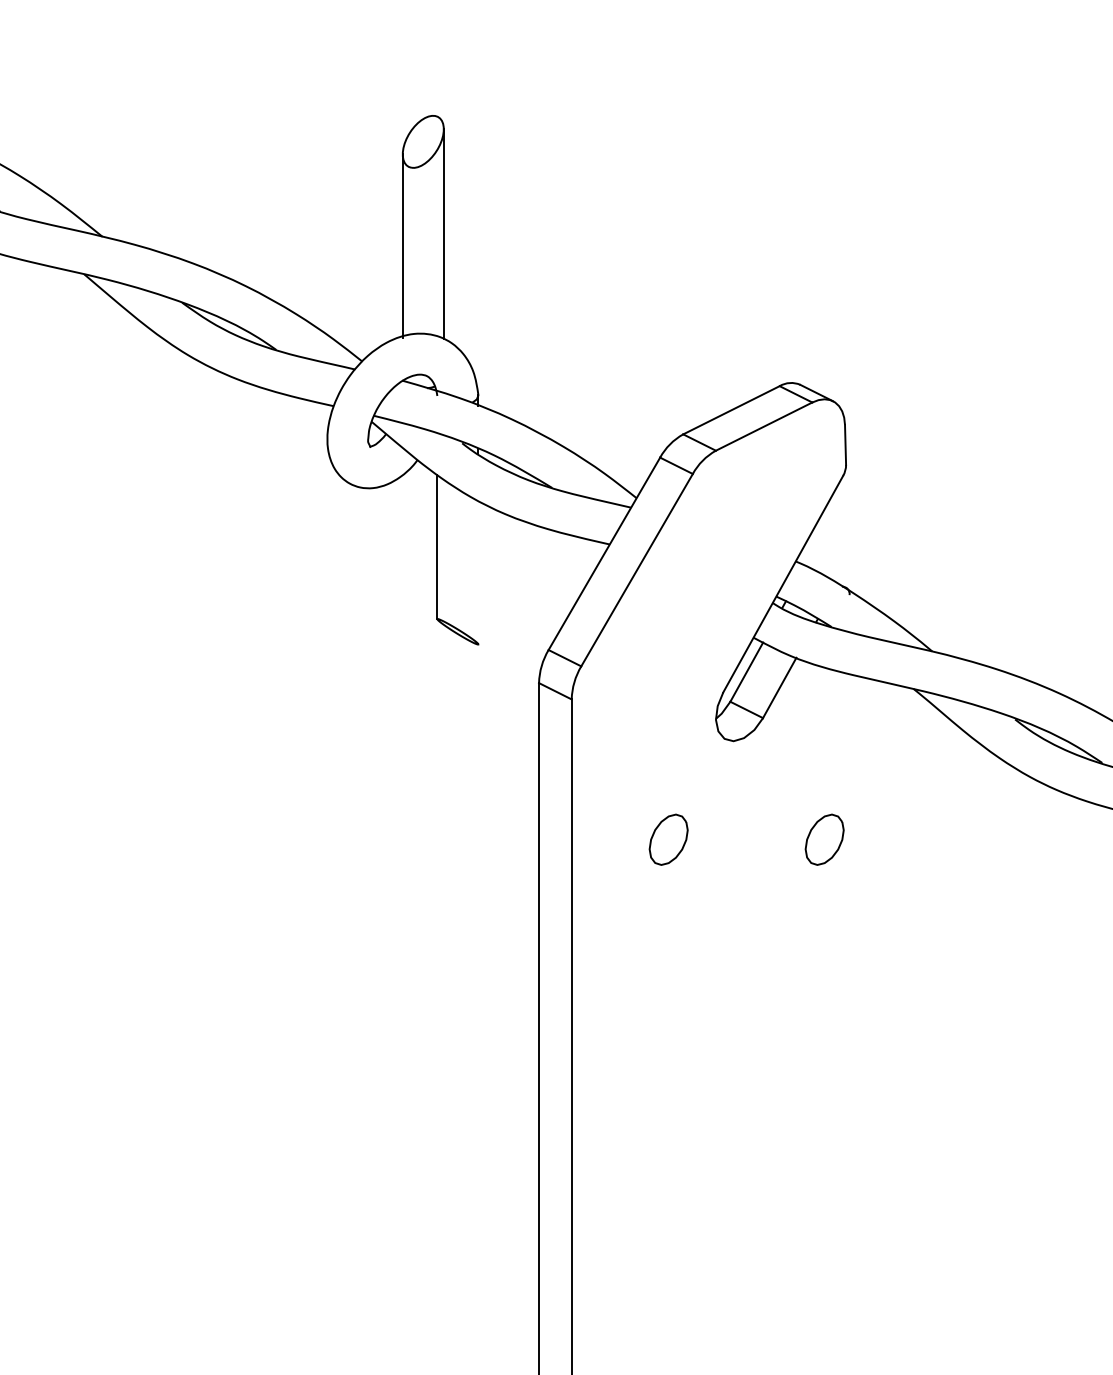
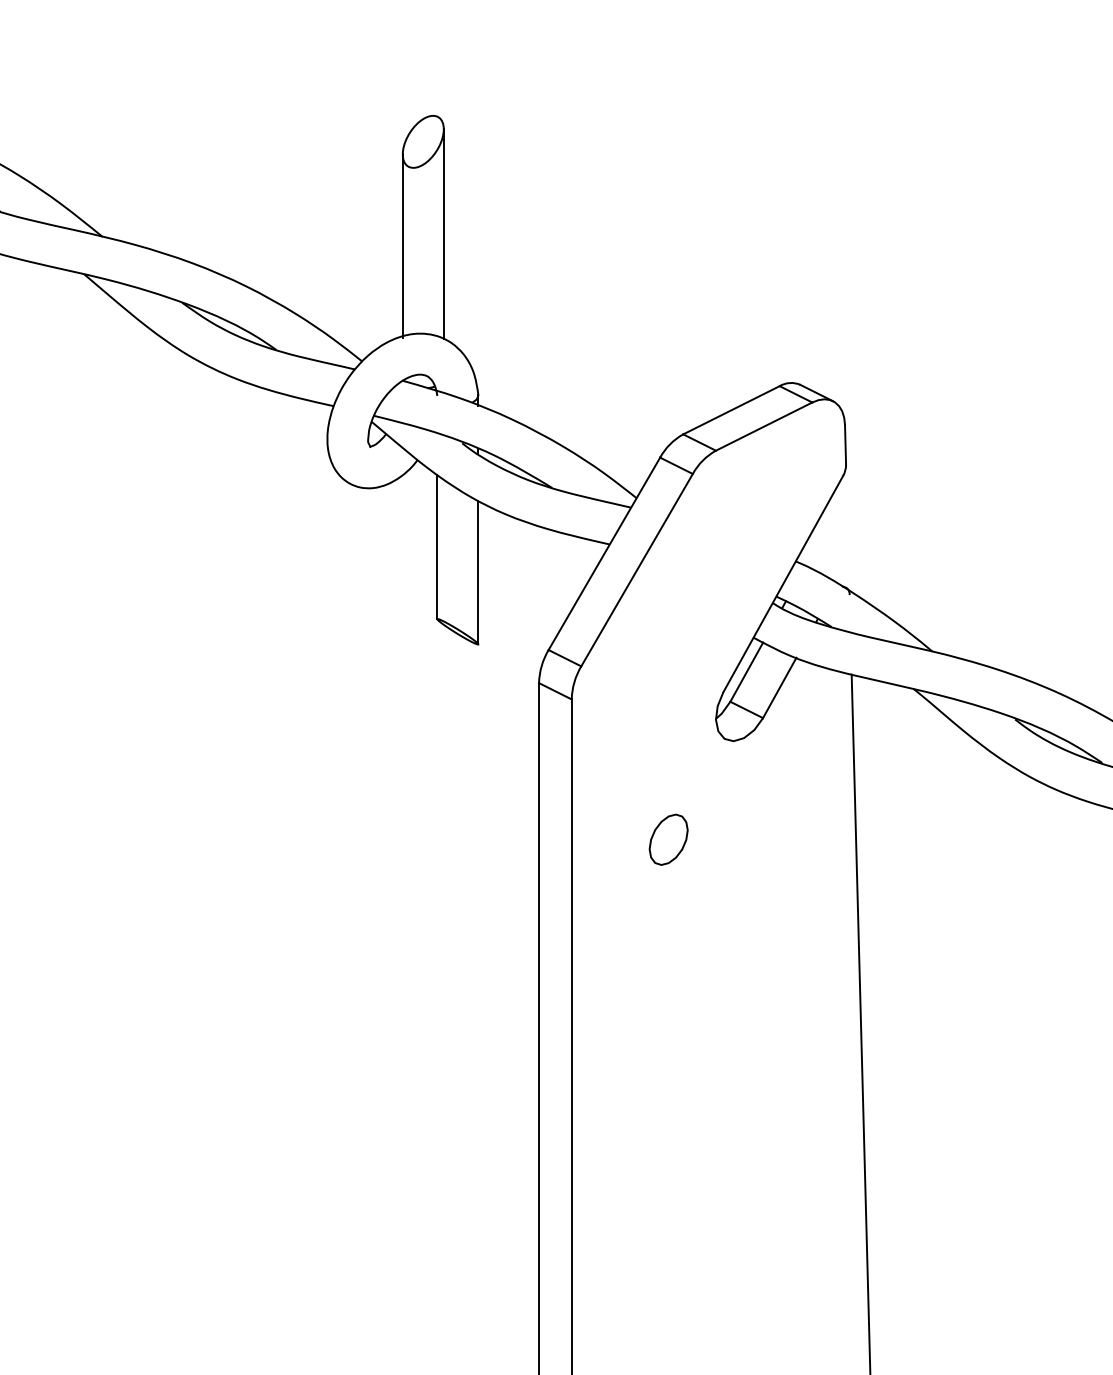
line at (478, 572): none -> present
part at (824, 839): present -> none
line at (860, 1022): none -> present
